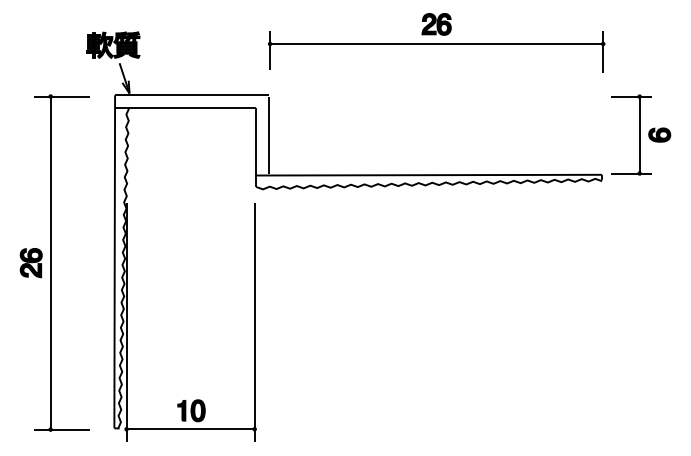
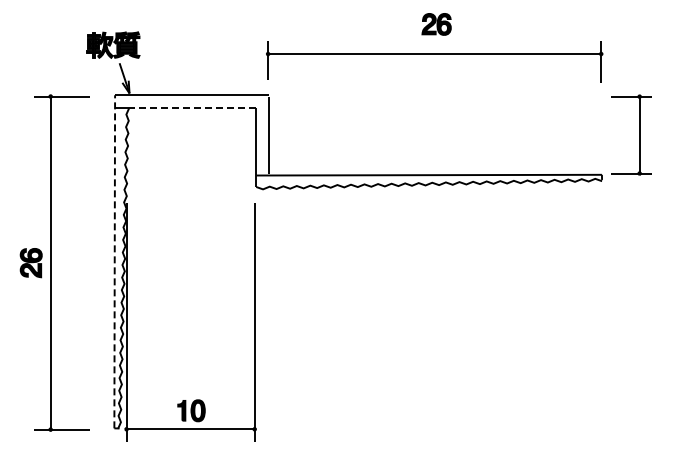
part at (436, 44) position: (436, 44) -> (434, 54)
line at (192, 108): solid -> dashed
part at (659, 134): present -> none
line at (114, 261): solid -> dashed
